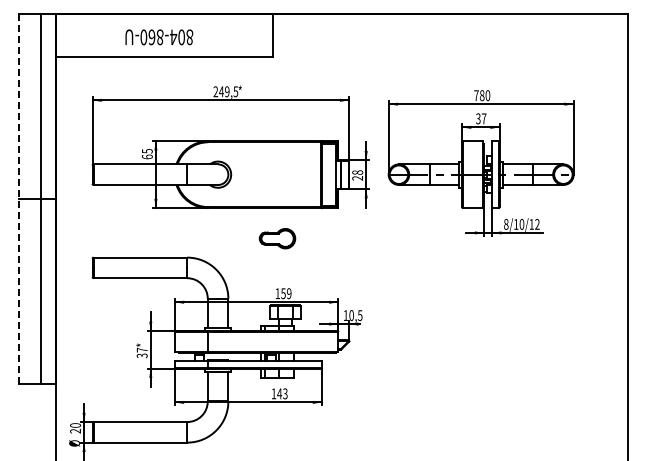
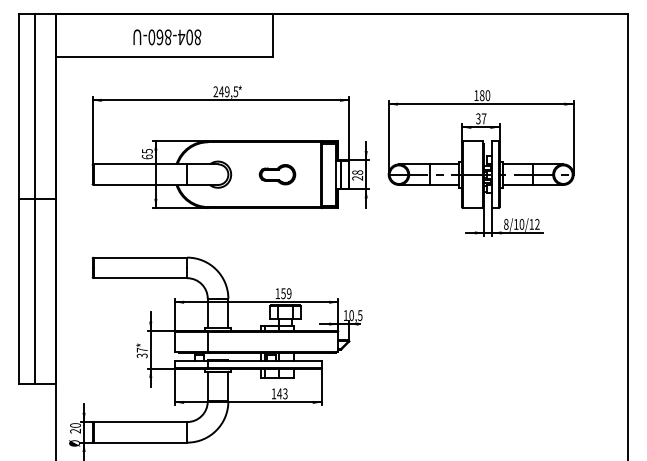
text at (159, 37) position: (159, 37) -> (167, 37)
text at (476, 95): 780 -> 180
line at (40, 198) position: (40, 198) -> (34, 198)
line at (19, 199): dashed -> solid
part at (277, 238) position: (277, 238) -> (277, 174)
